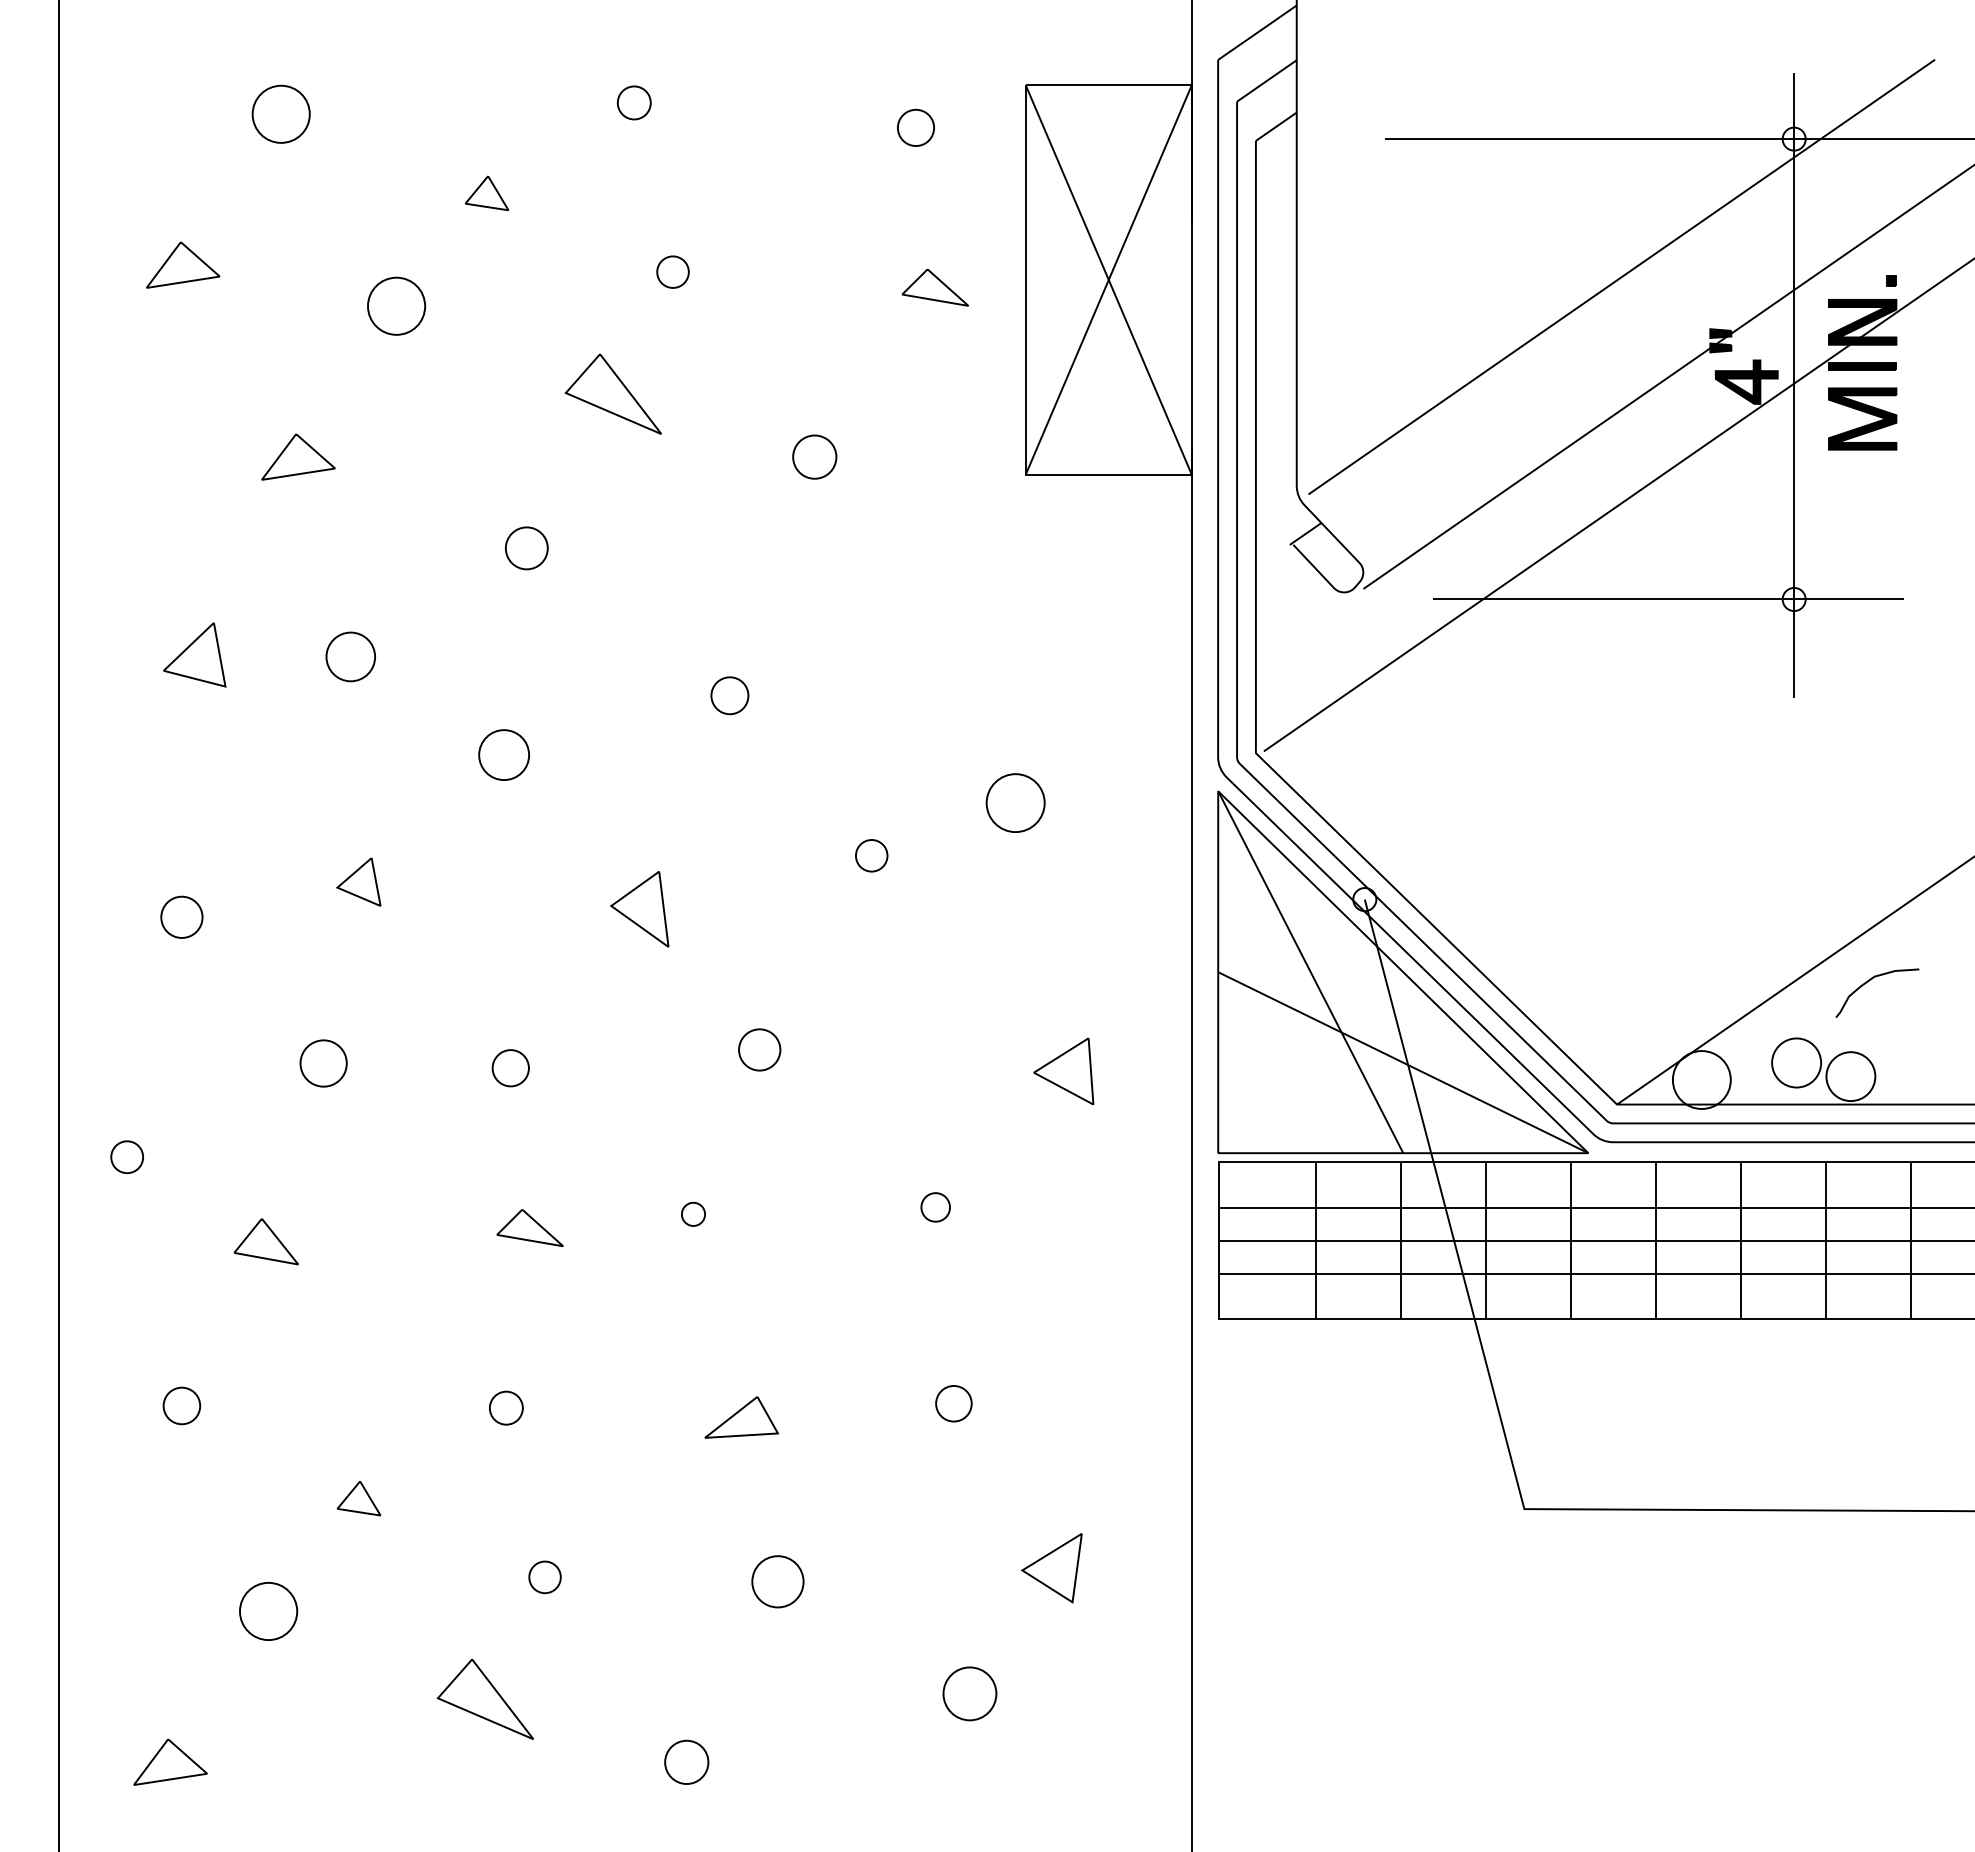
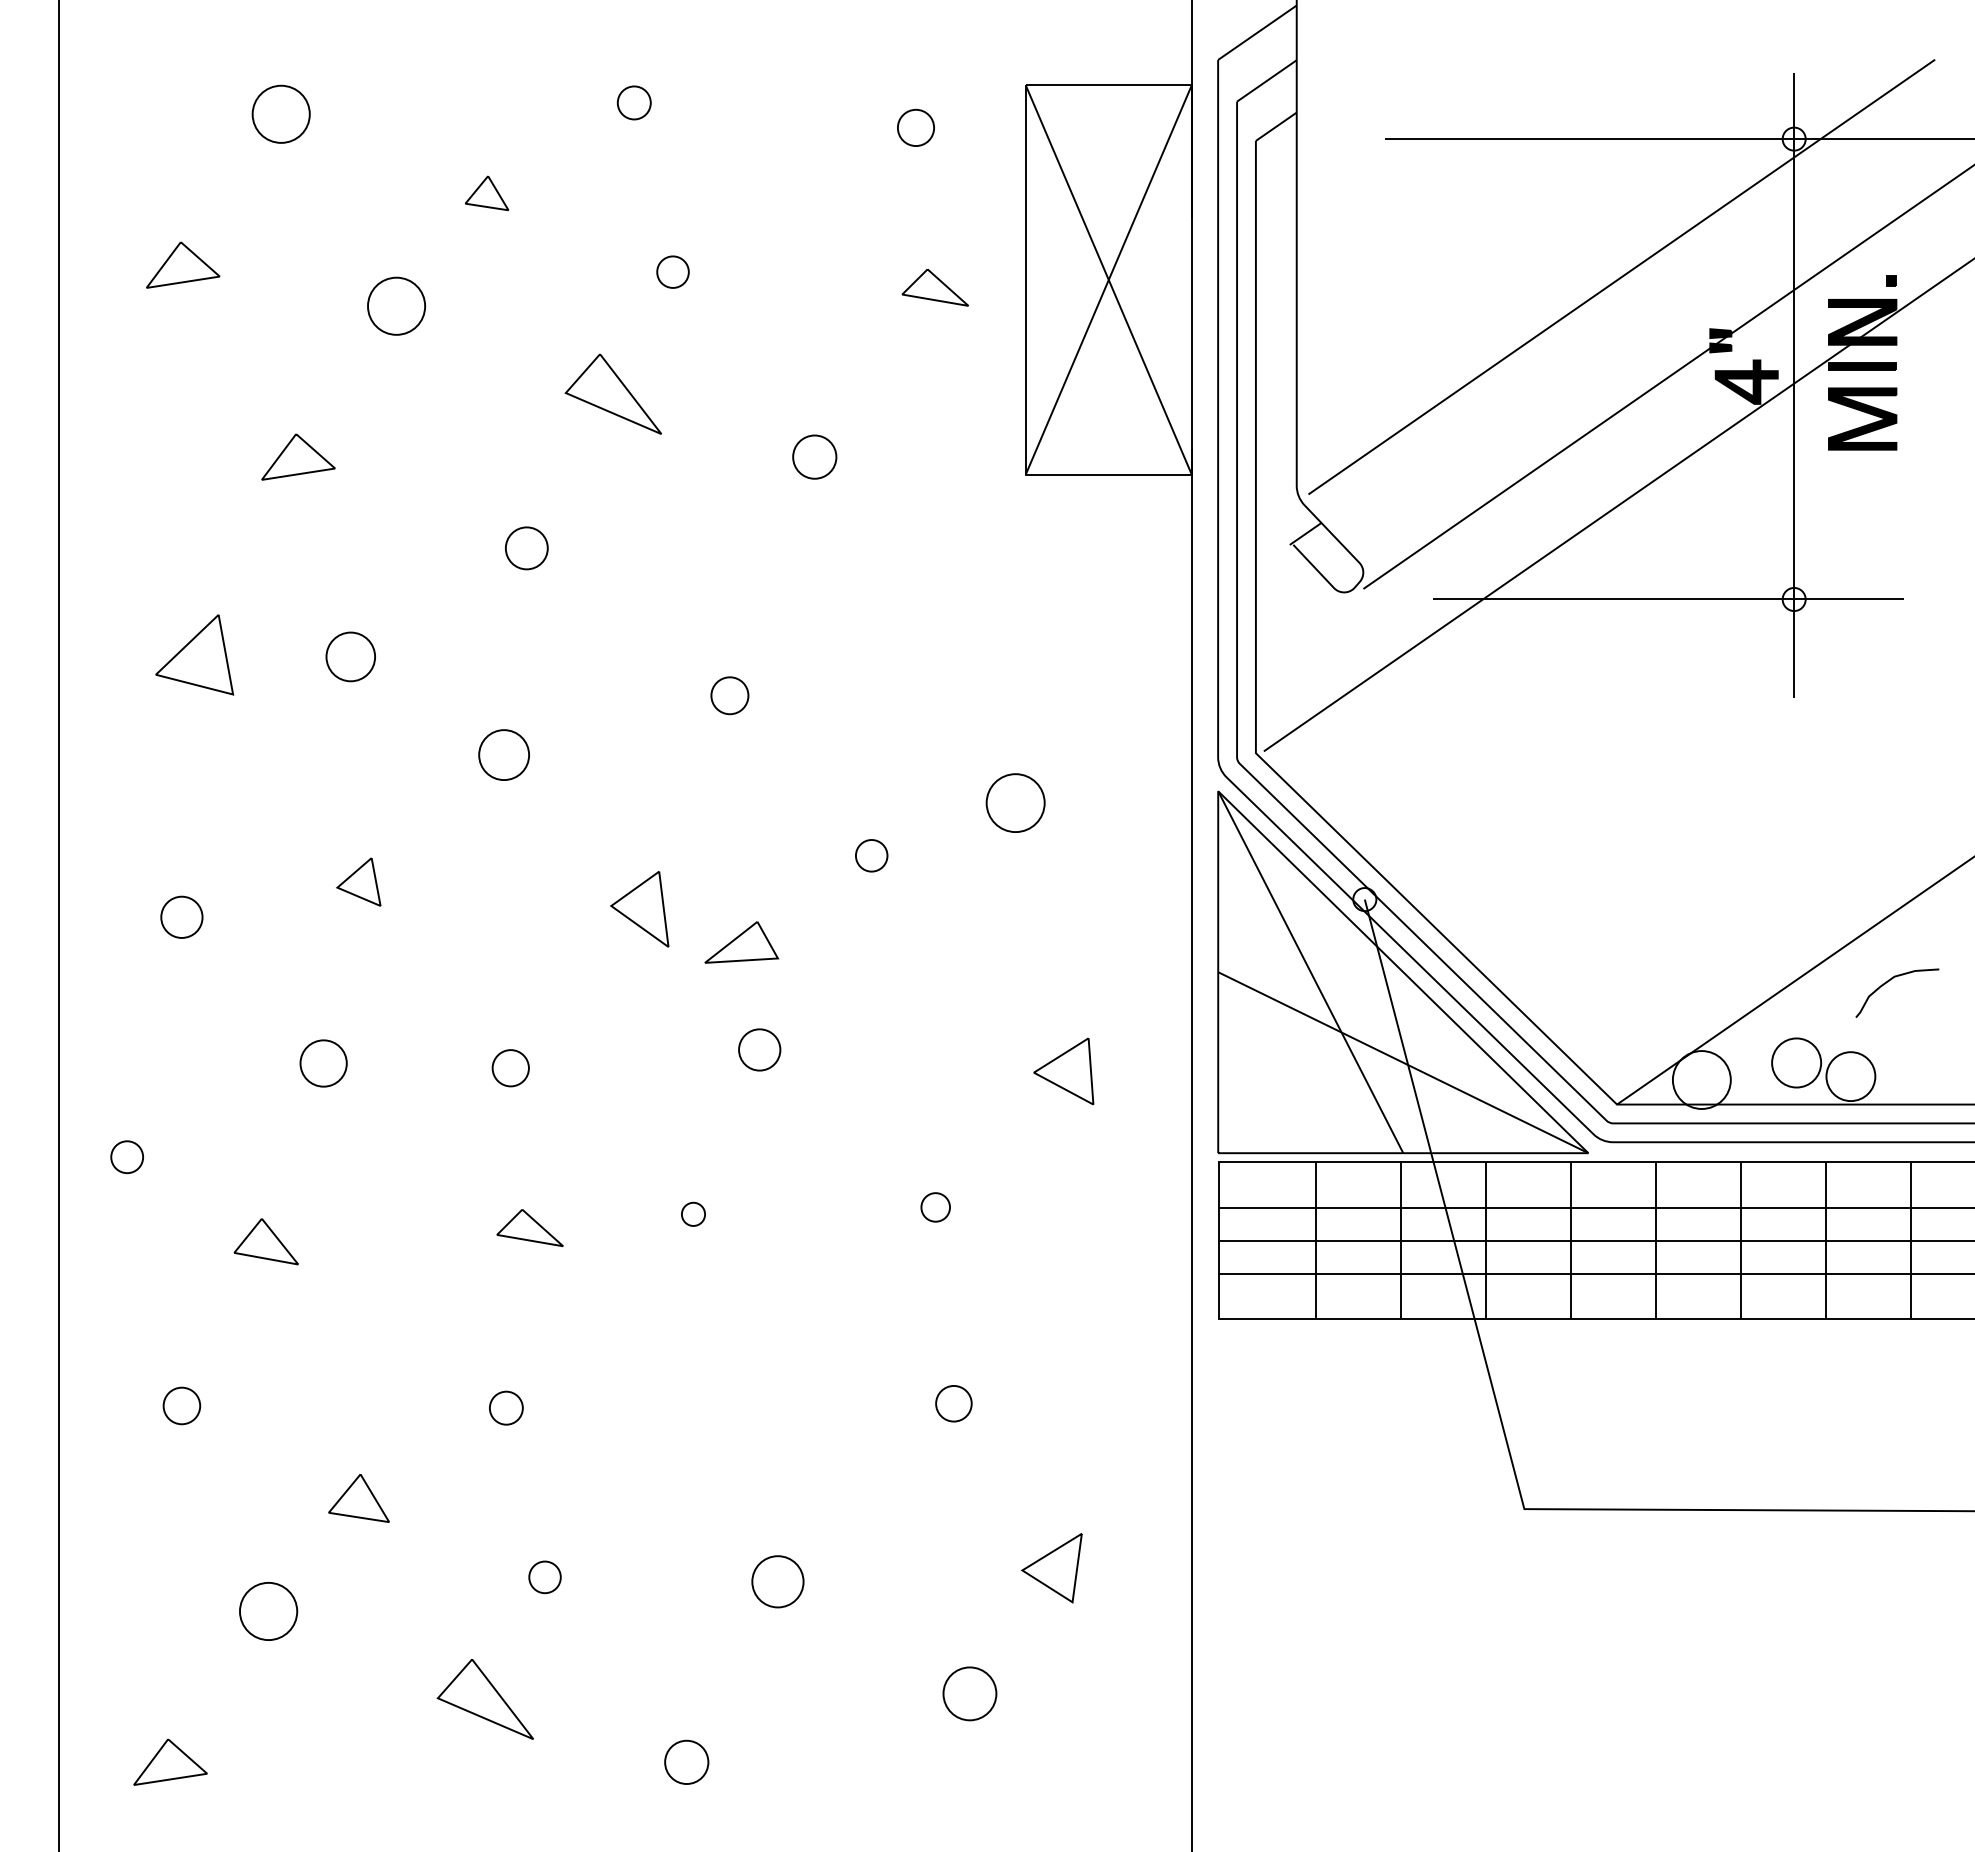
part at (194, 654) size: 64x66 px -> 80x82 px
part at (1868, 982) position: (1868, 982) -> (1888, 982)
part at (741, 1417) position: (741, 1417) -> (741, 942)
part at (358, 1498) size: 46x36 px -> 62x49 px
